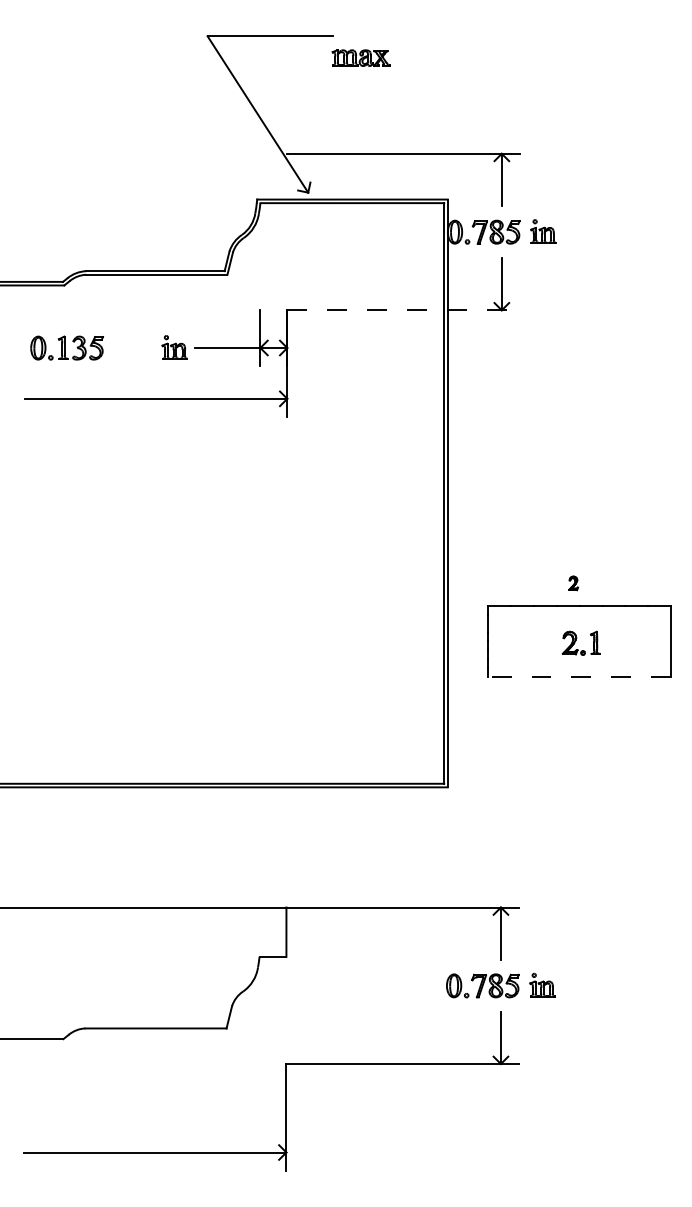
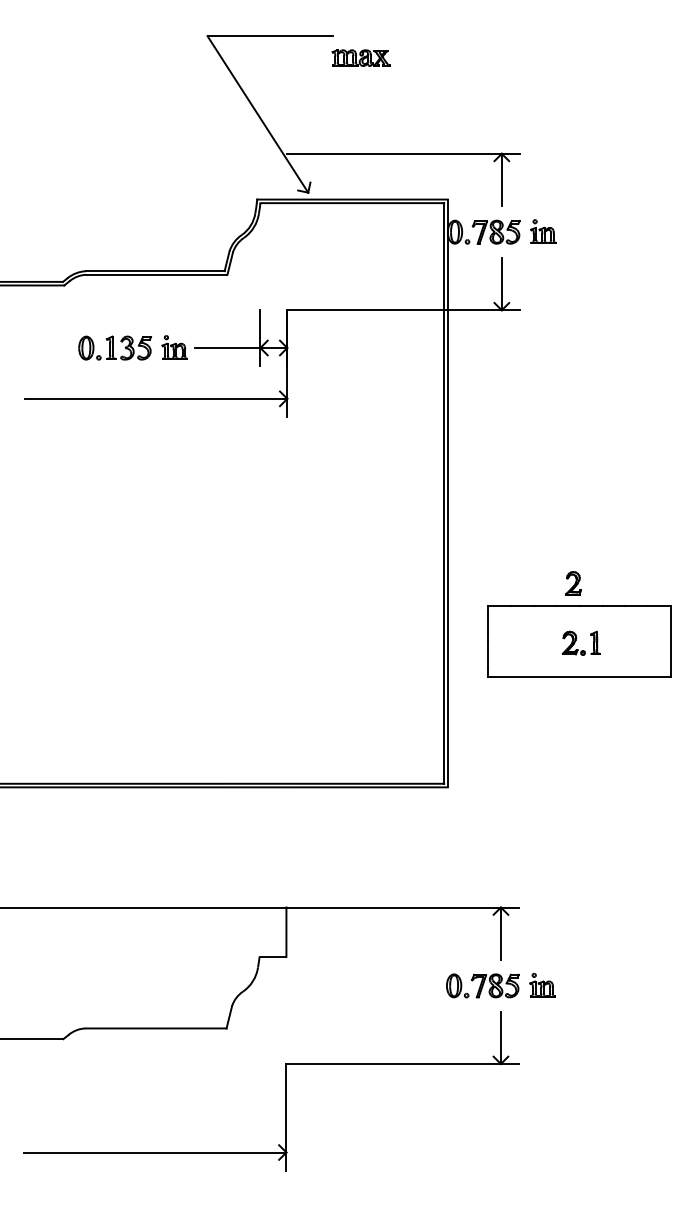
line at (404, 310): dashed -> solid
part at (66, 347) position: (66, 347) -> (114, 347)
part at (573, 583) size: 12x17 px -> 17x25 px
line at (579, 676): dashed -> solid
